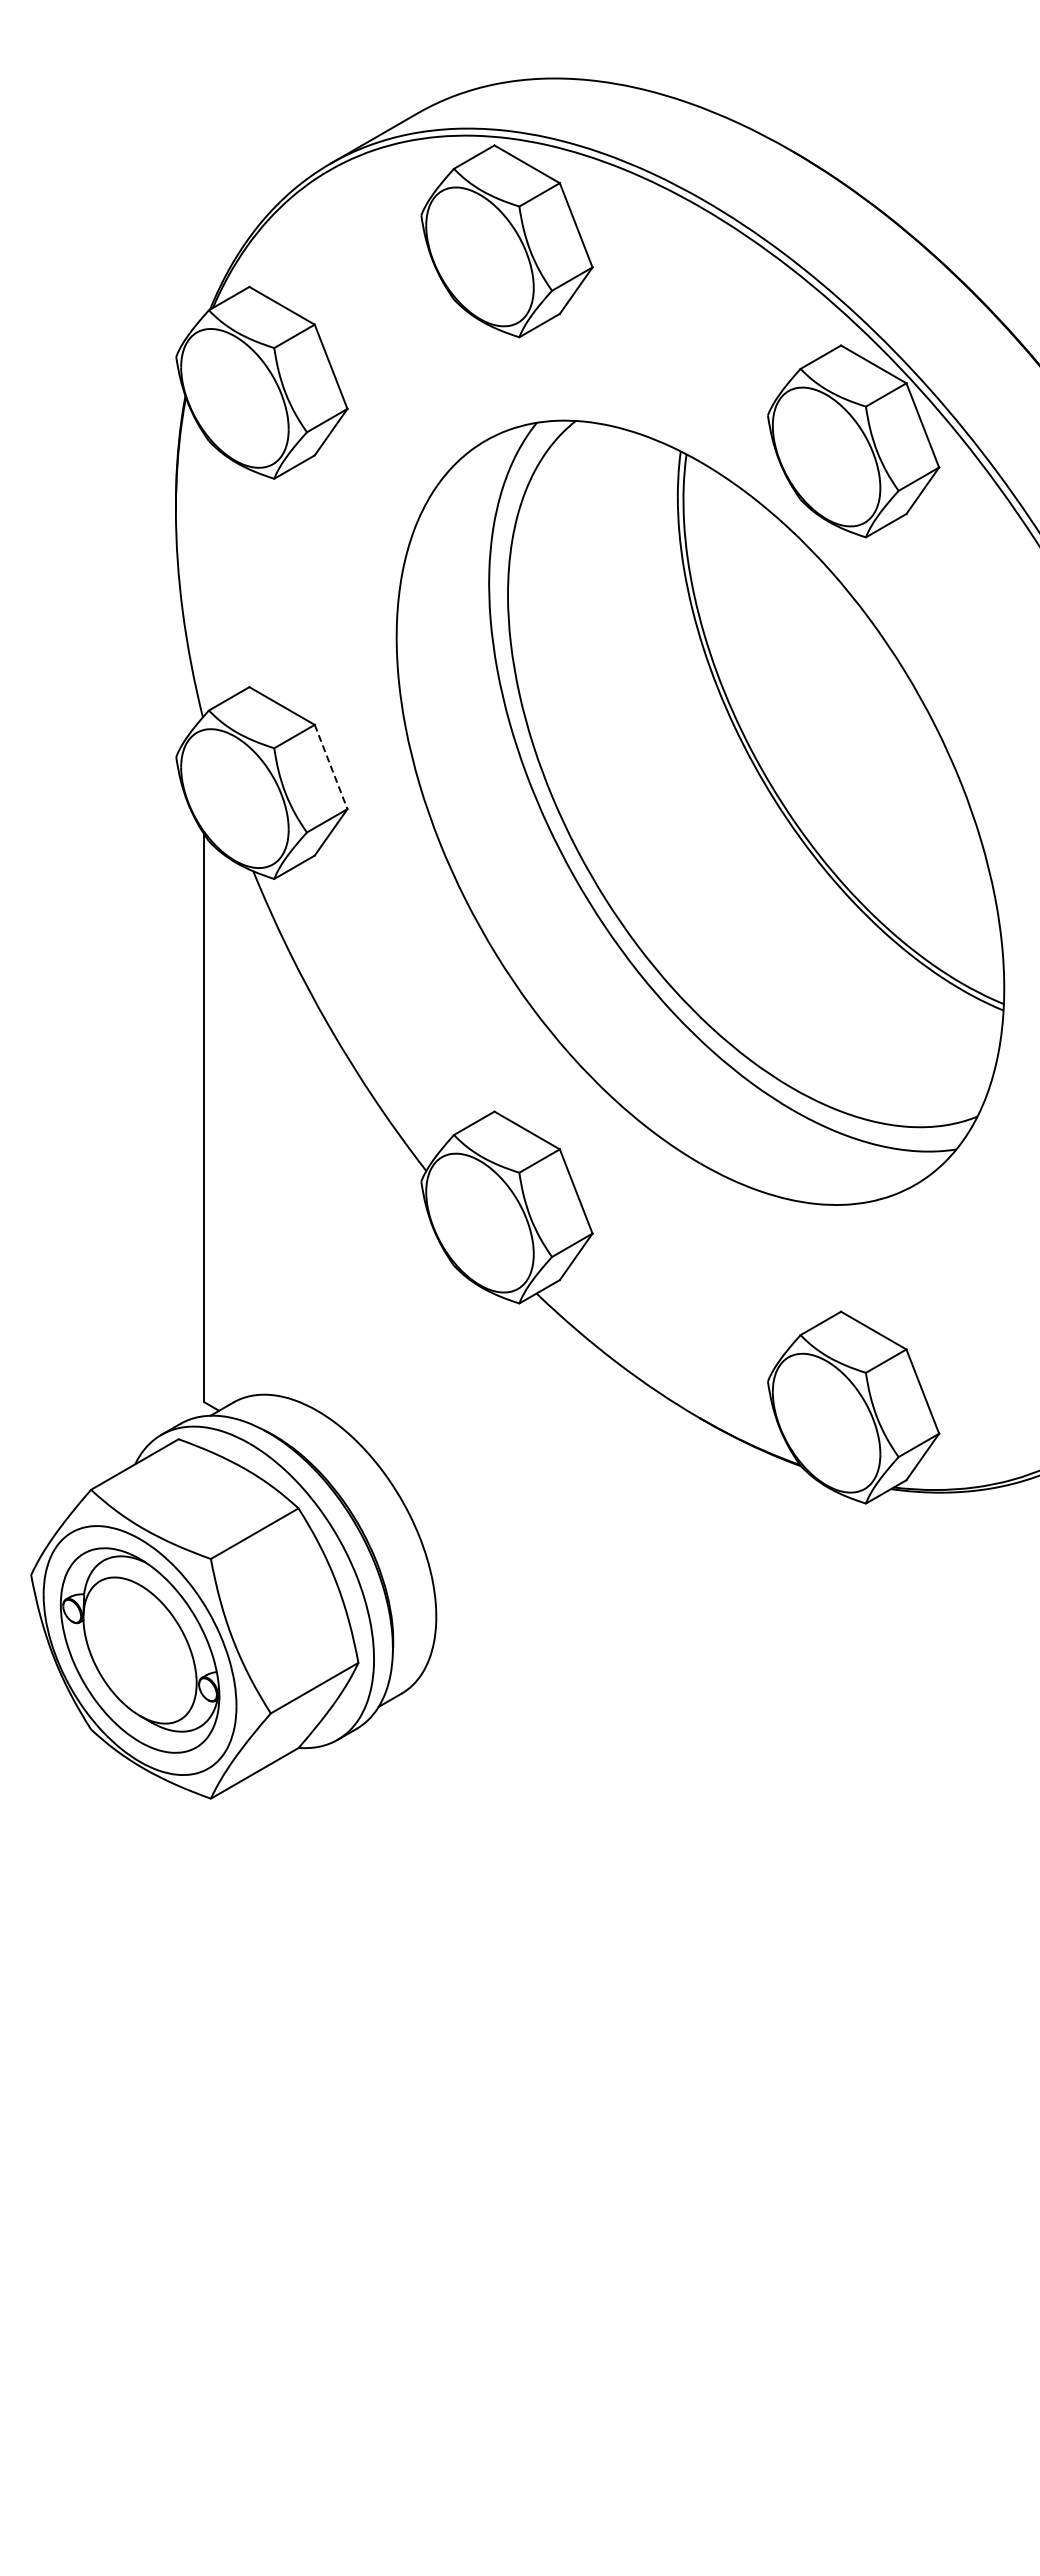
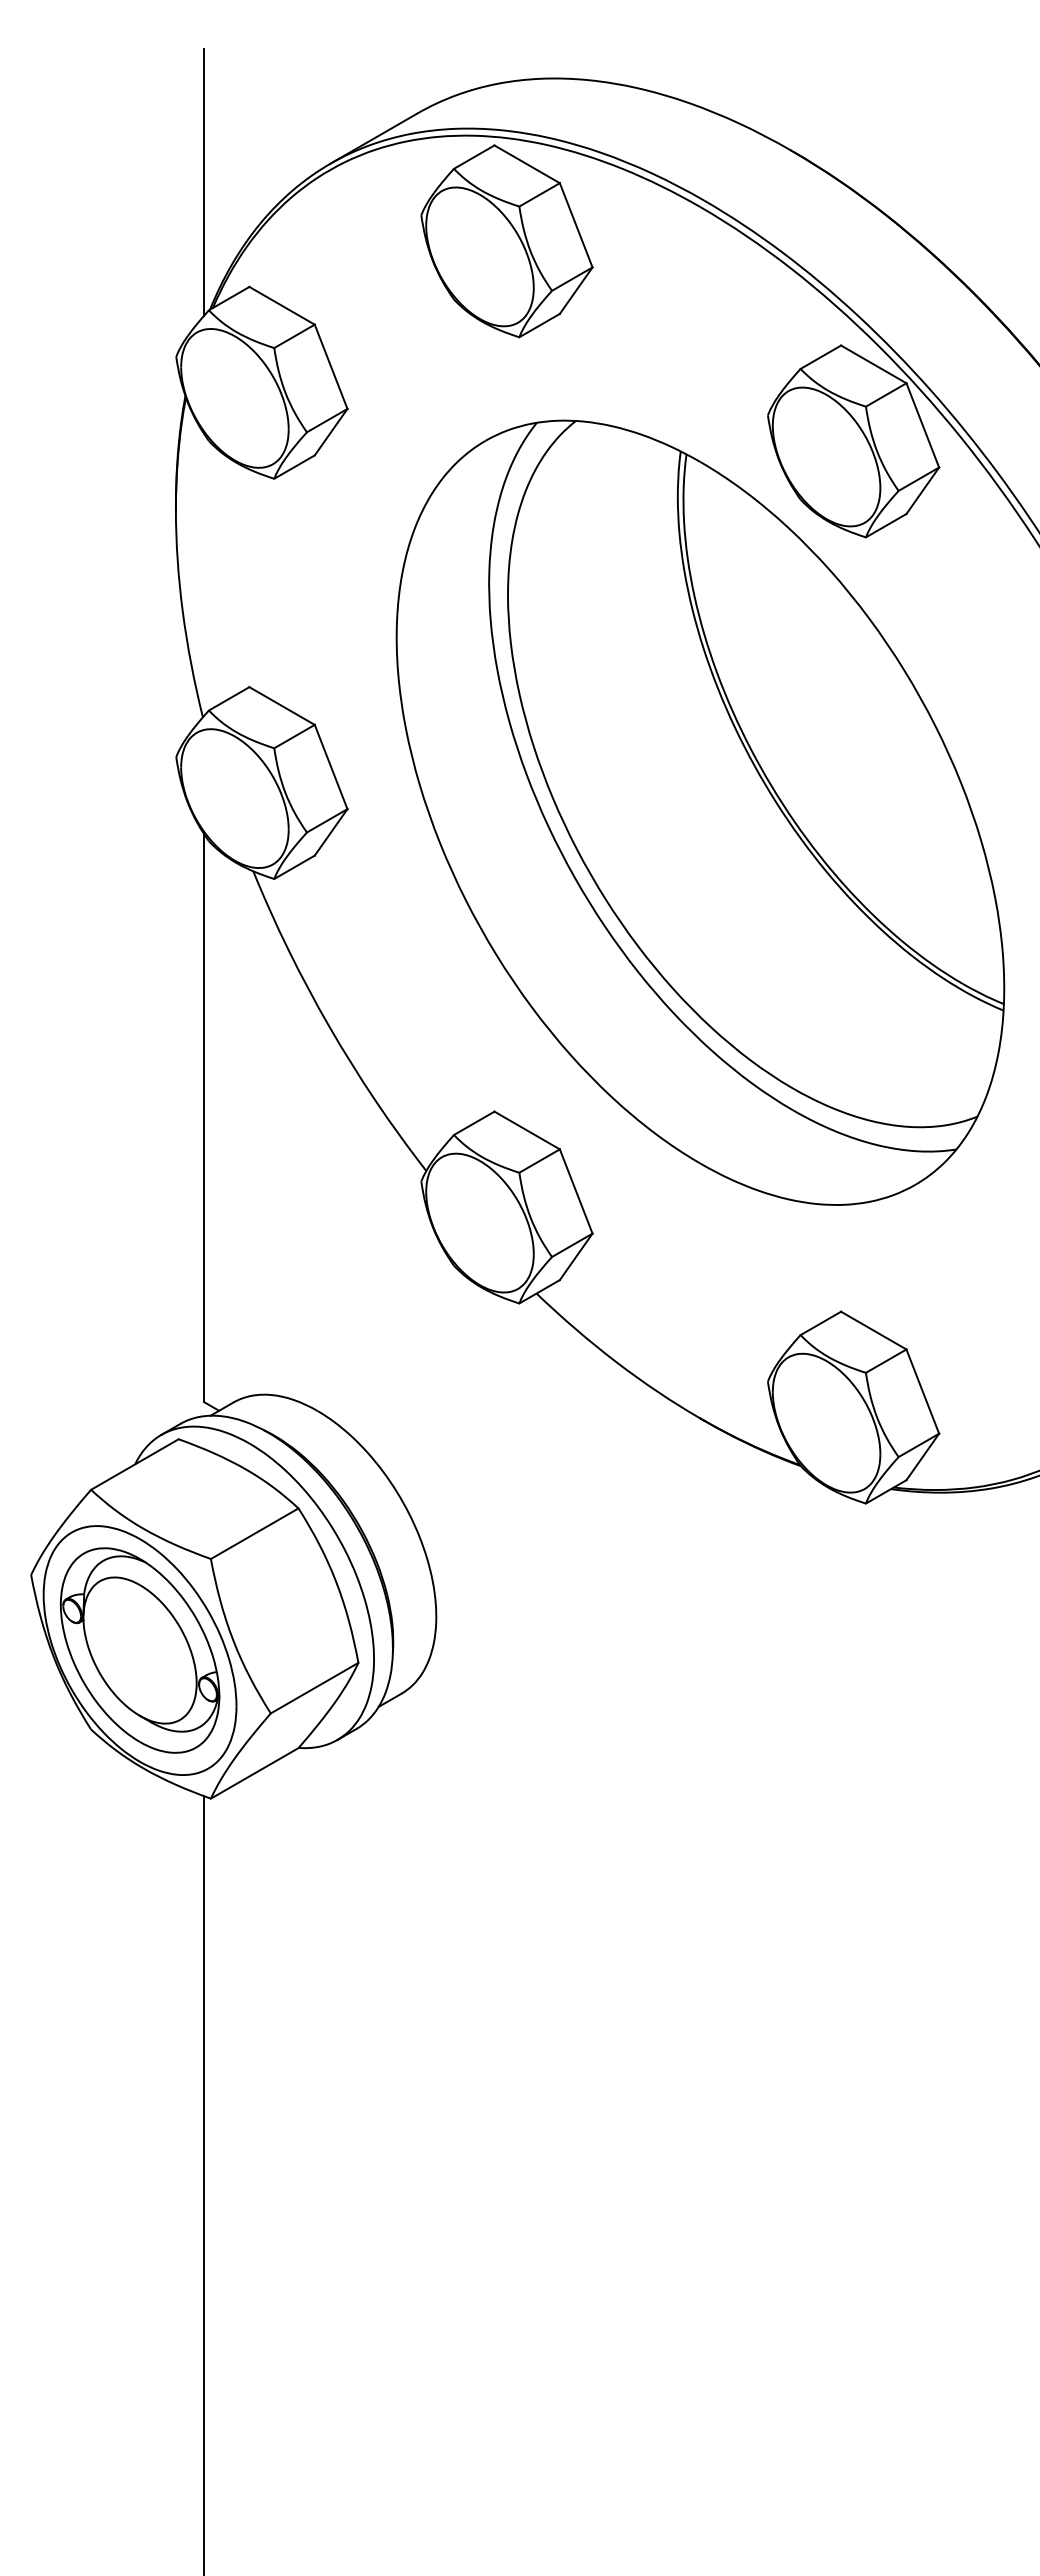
line at (204, 181): none -> present
line at (331, 767): dashed -> solid
line at (204, 2184): none -> present
